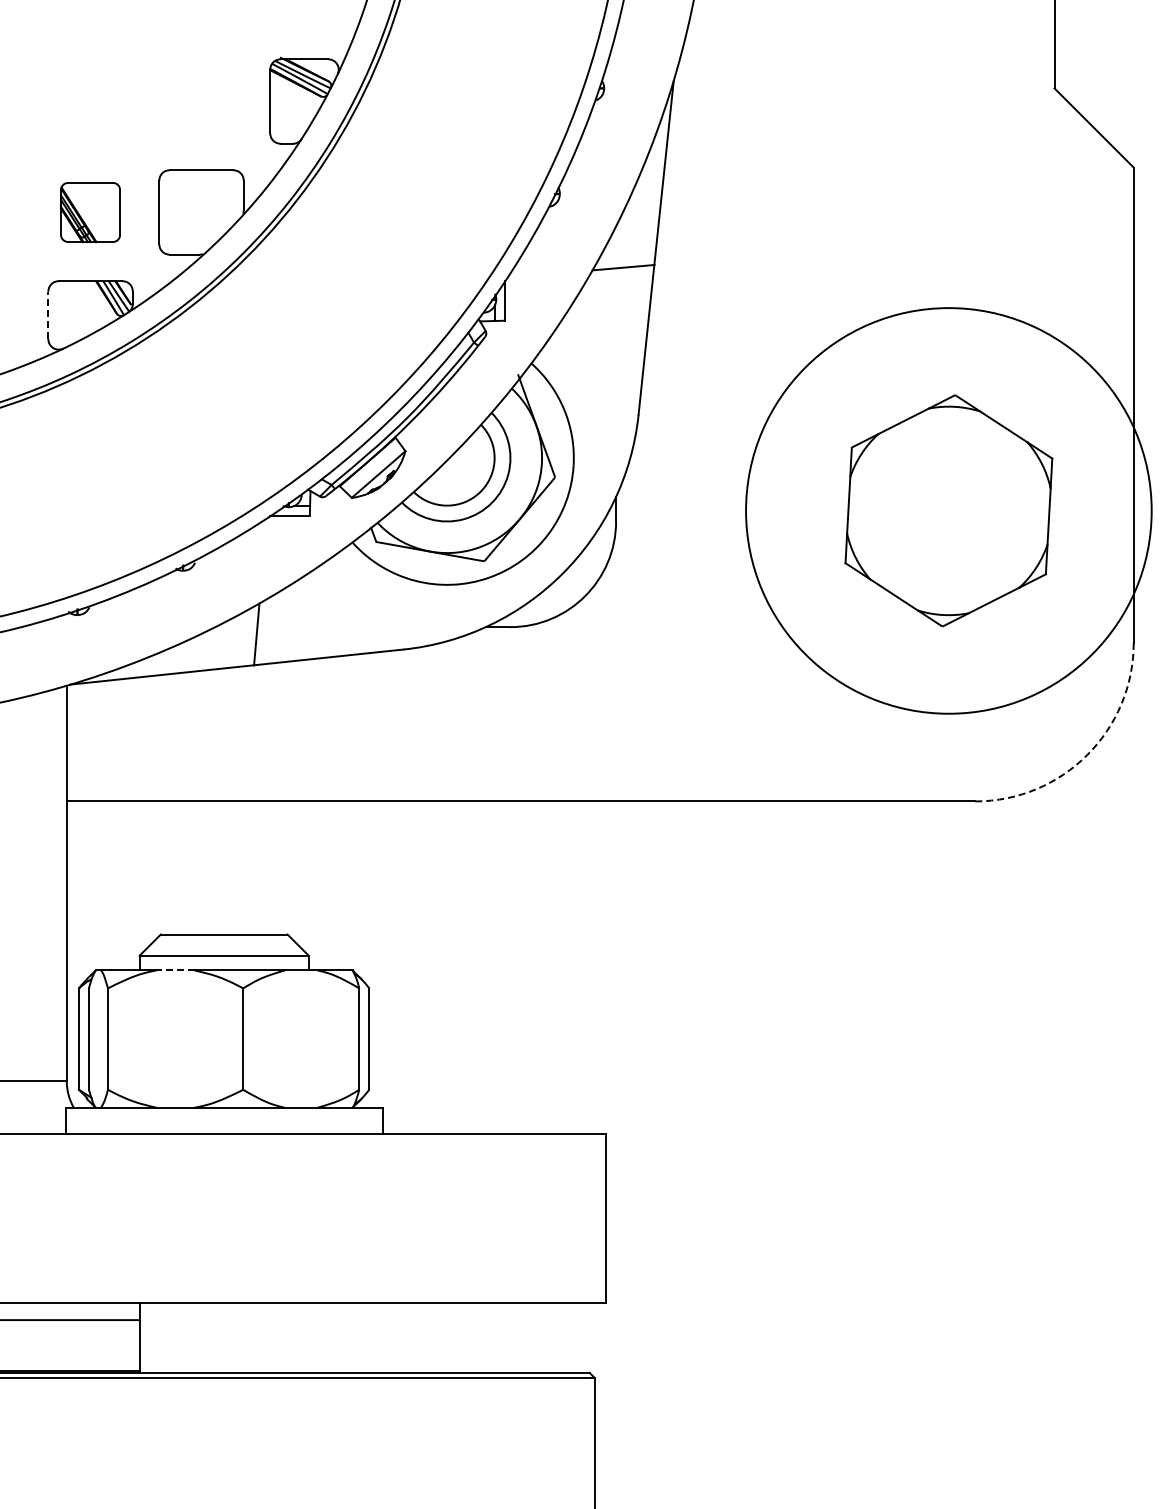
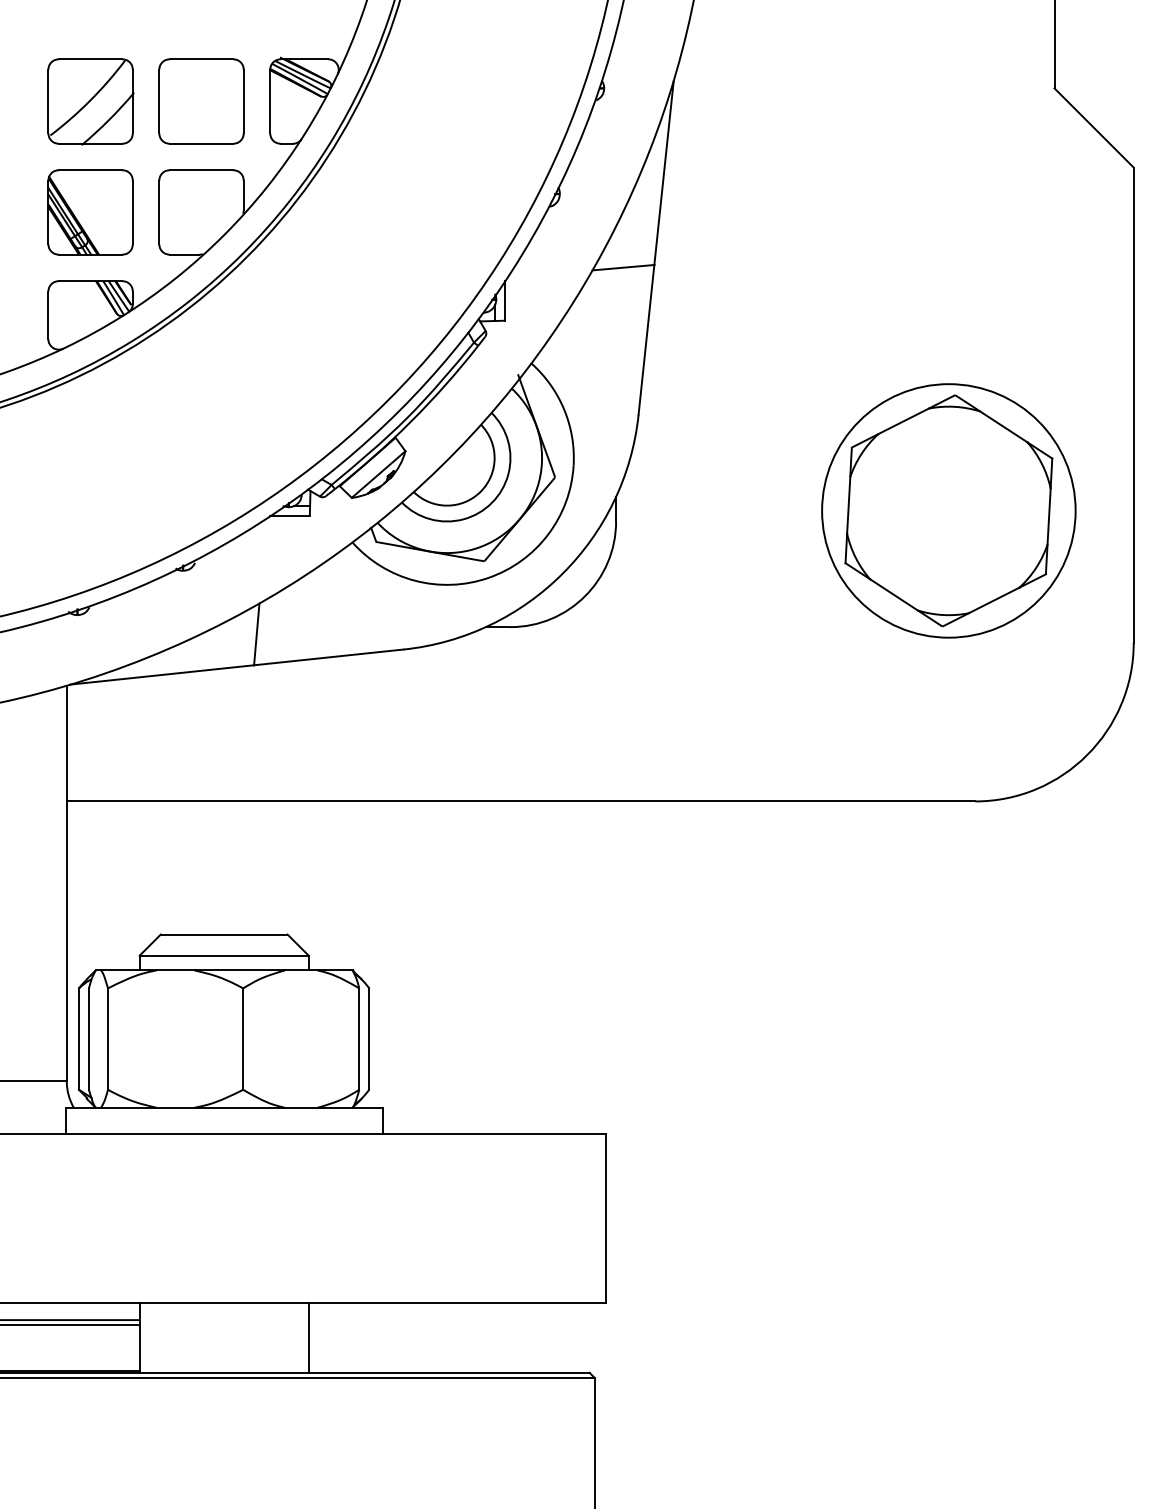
part at (90, 101): none -> present
part at (201, 101): none -> present
part at (89, 212) size: 62x62 px -> 87x87 px
line at (48, 315): dashed -> solid
circle at (948, 510) diameter: 406 px -> 254 px
arc at (1087, 755): dashed -> solid
line at (175, 970): dashed -> solid
line at (70, 1325): none -> present
line at (308, 1337): none -> present
